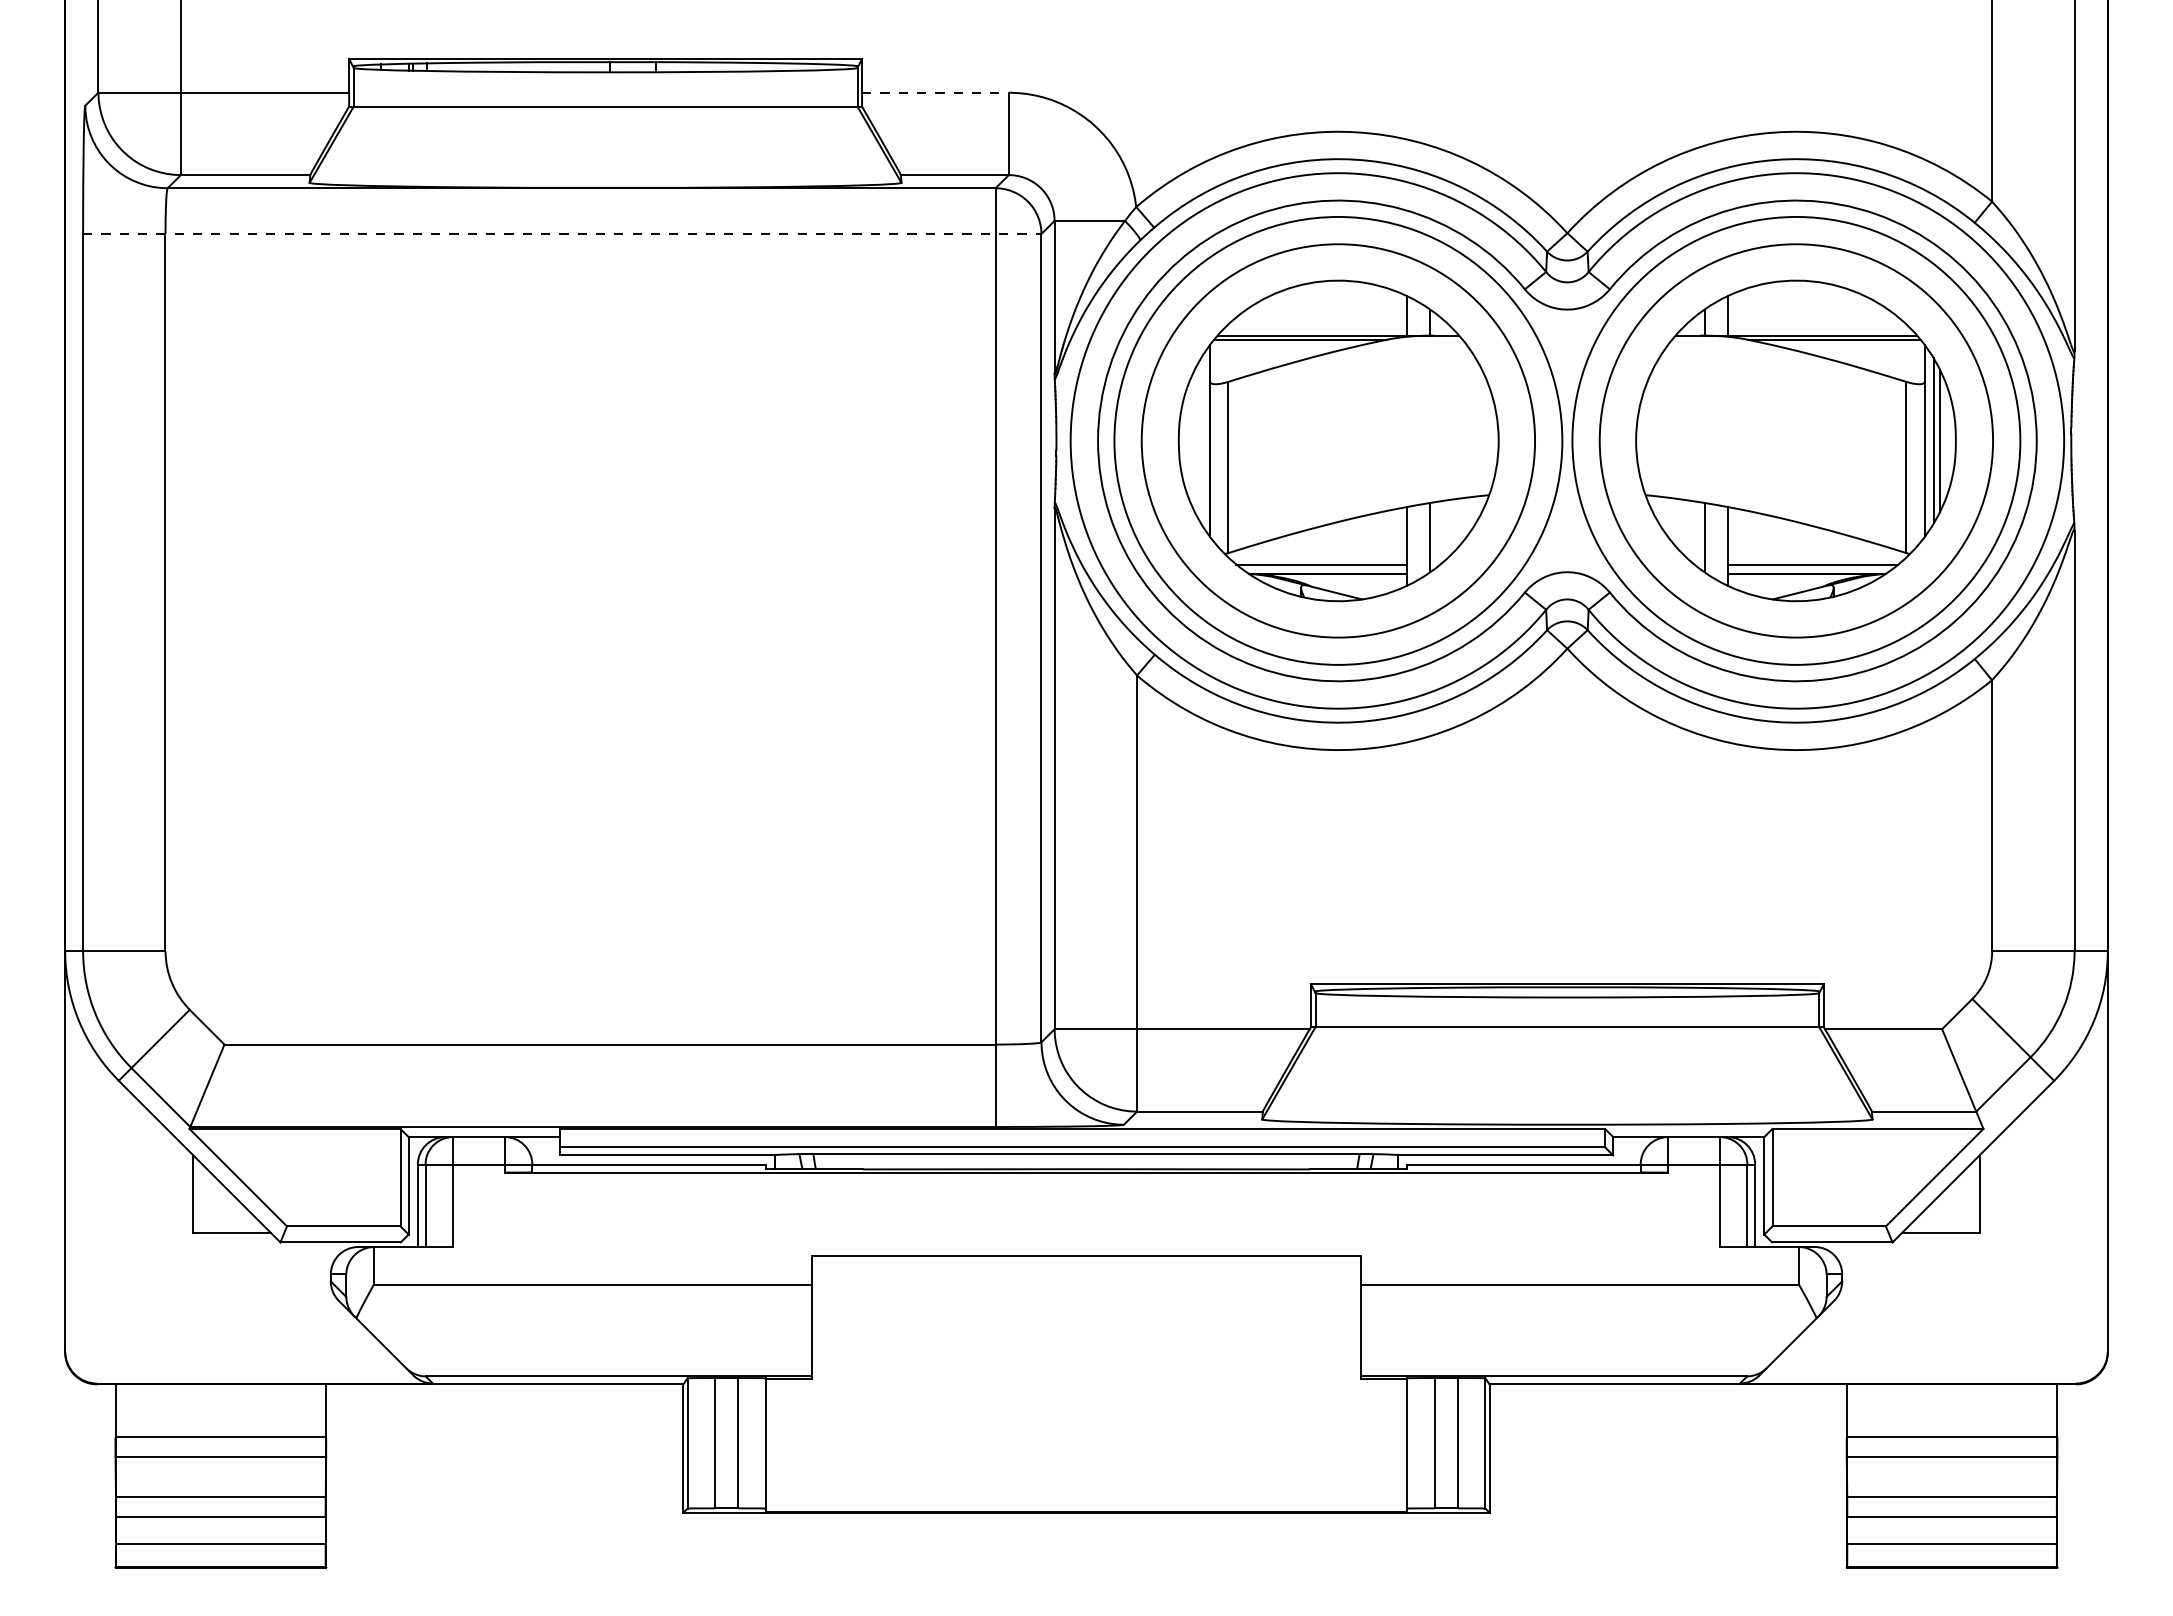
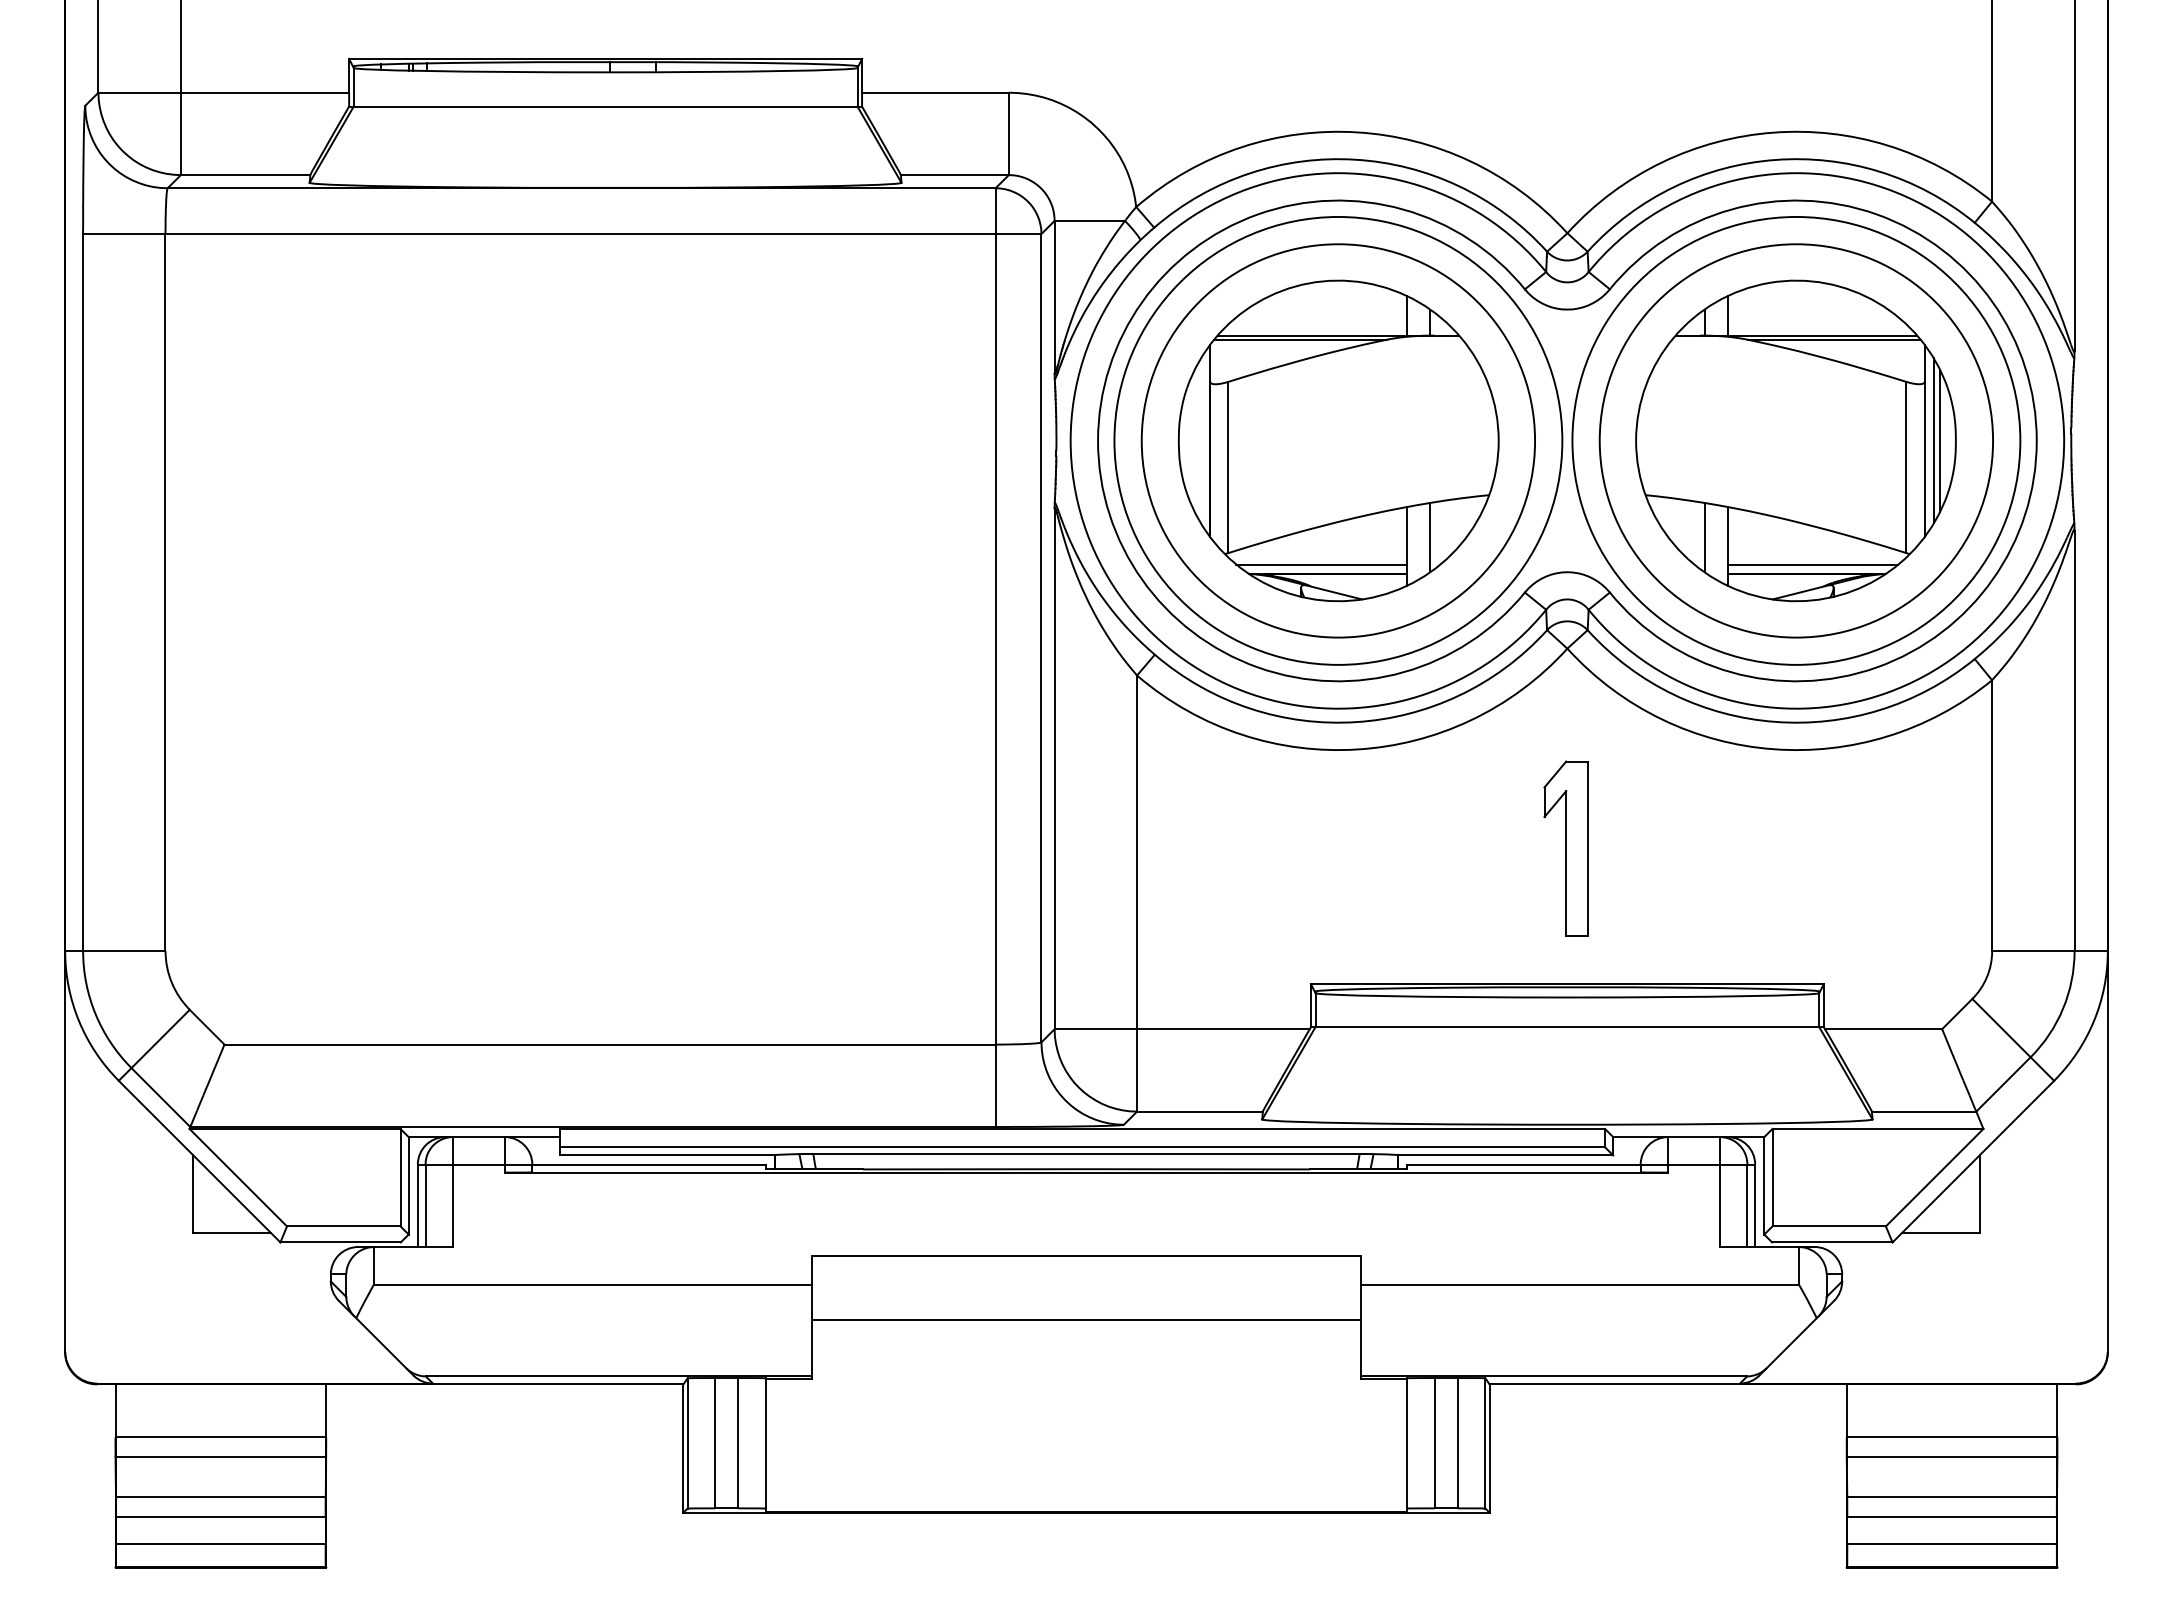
line at (935, 92): dashed -> solid
line at (562, 234): dashed -> solid
part at (1565, 848): none -> present
line at (1086, 1320): none -> present
